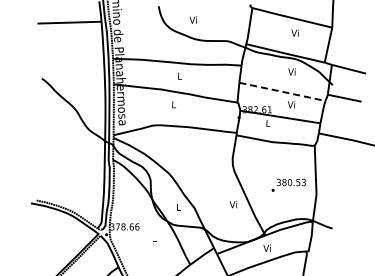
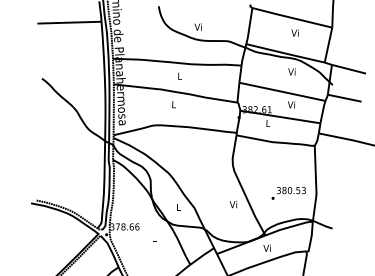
text at (192, 19) position: (192, 19) -> (197, 26)
line at (281, 91): dashed -> solid
text at (288, 185) position: (288, 185) -> (288, 193)
